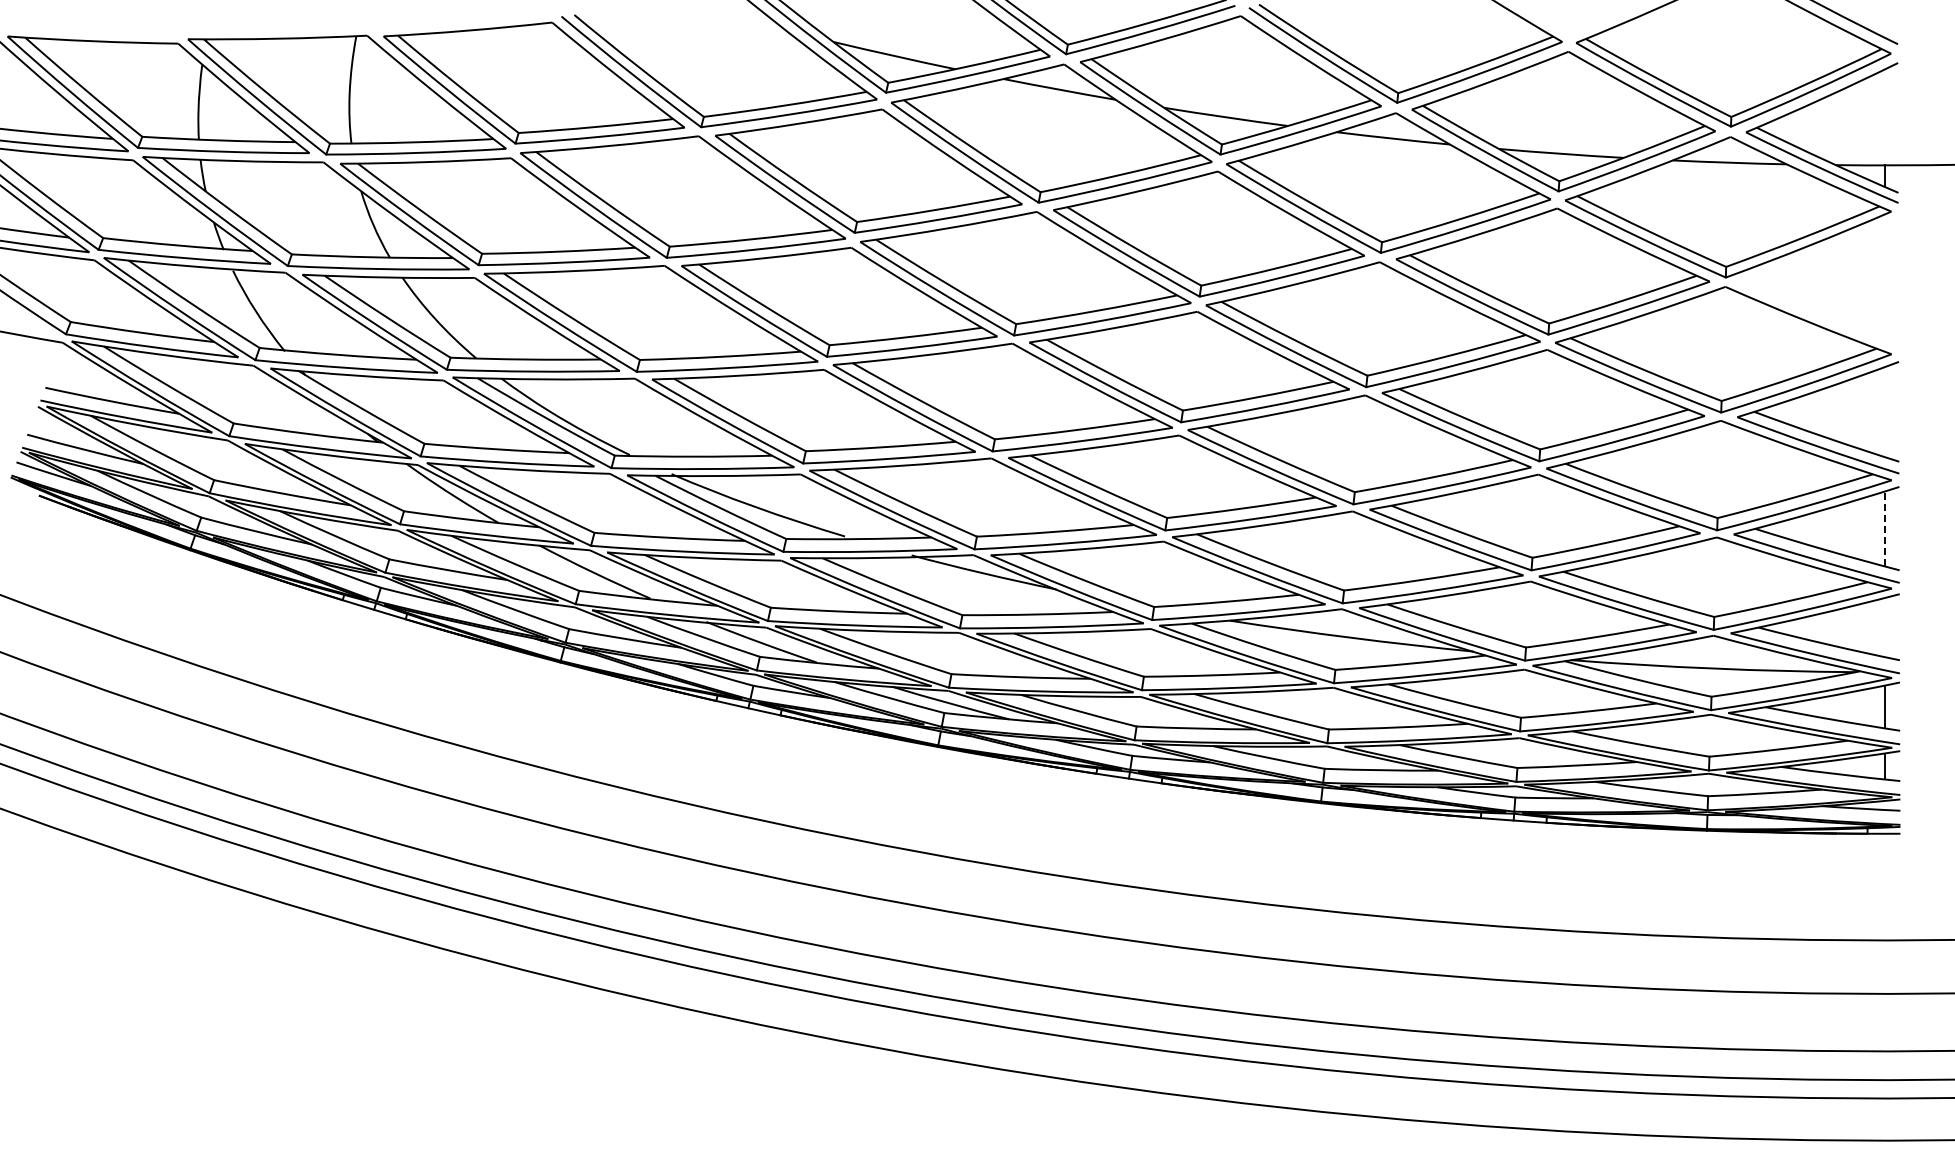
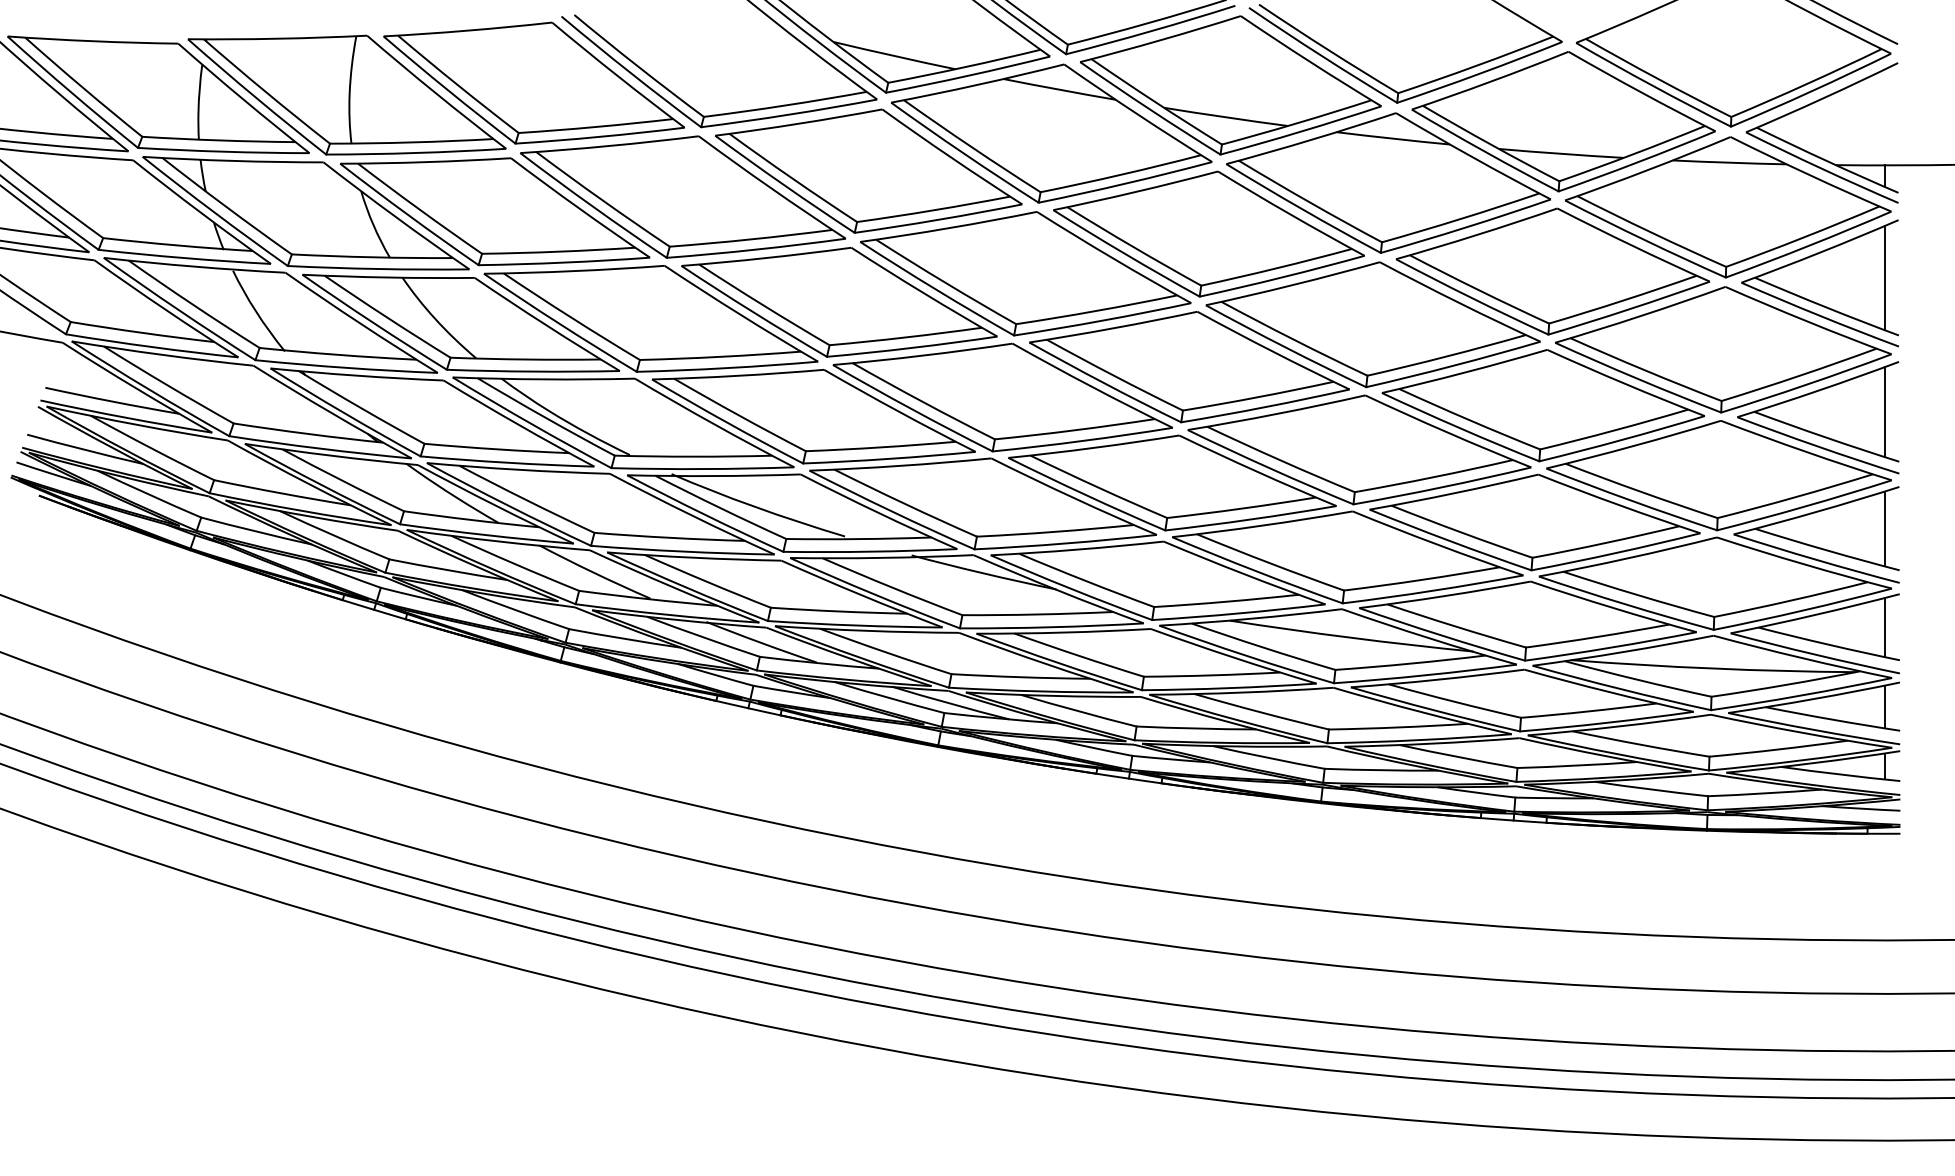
part at (1819, 283): none -> present
line at (1884, 411): none -> present
line at (1884, 528): dashed -> solid
line at (1884, 627): none -> present
